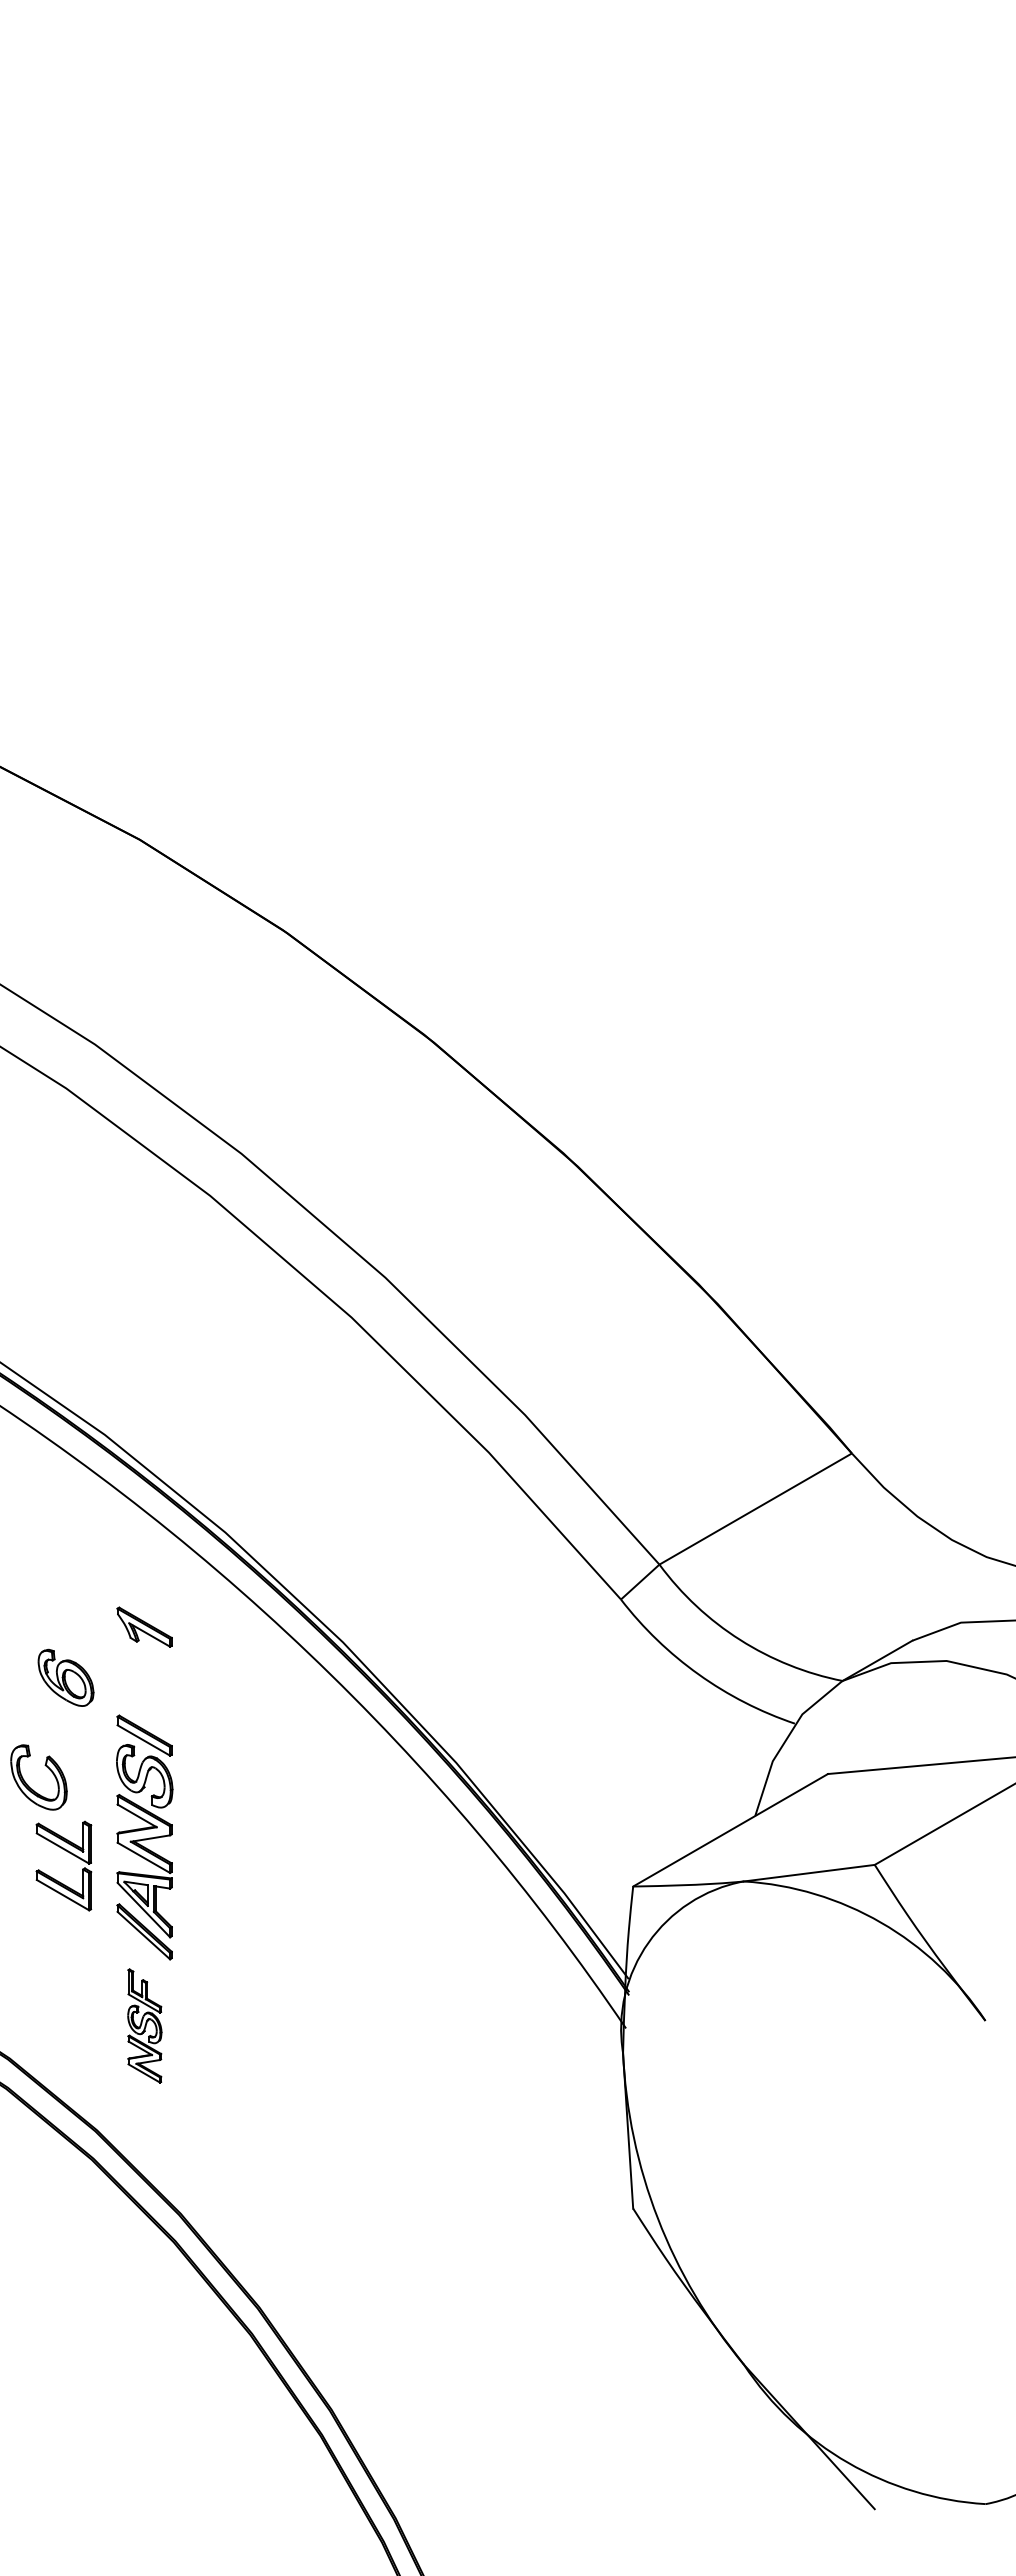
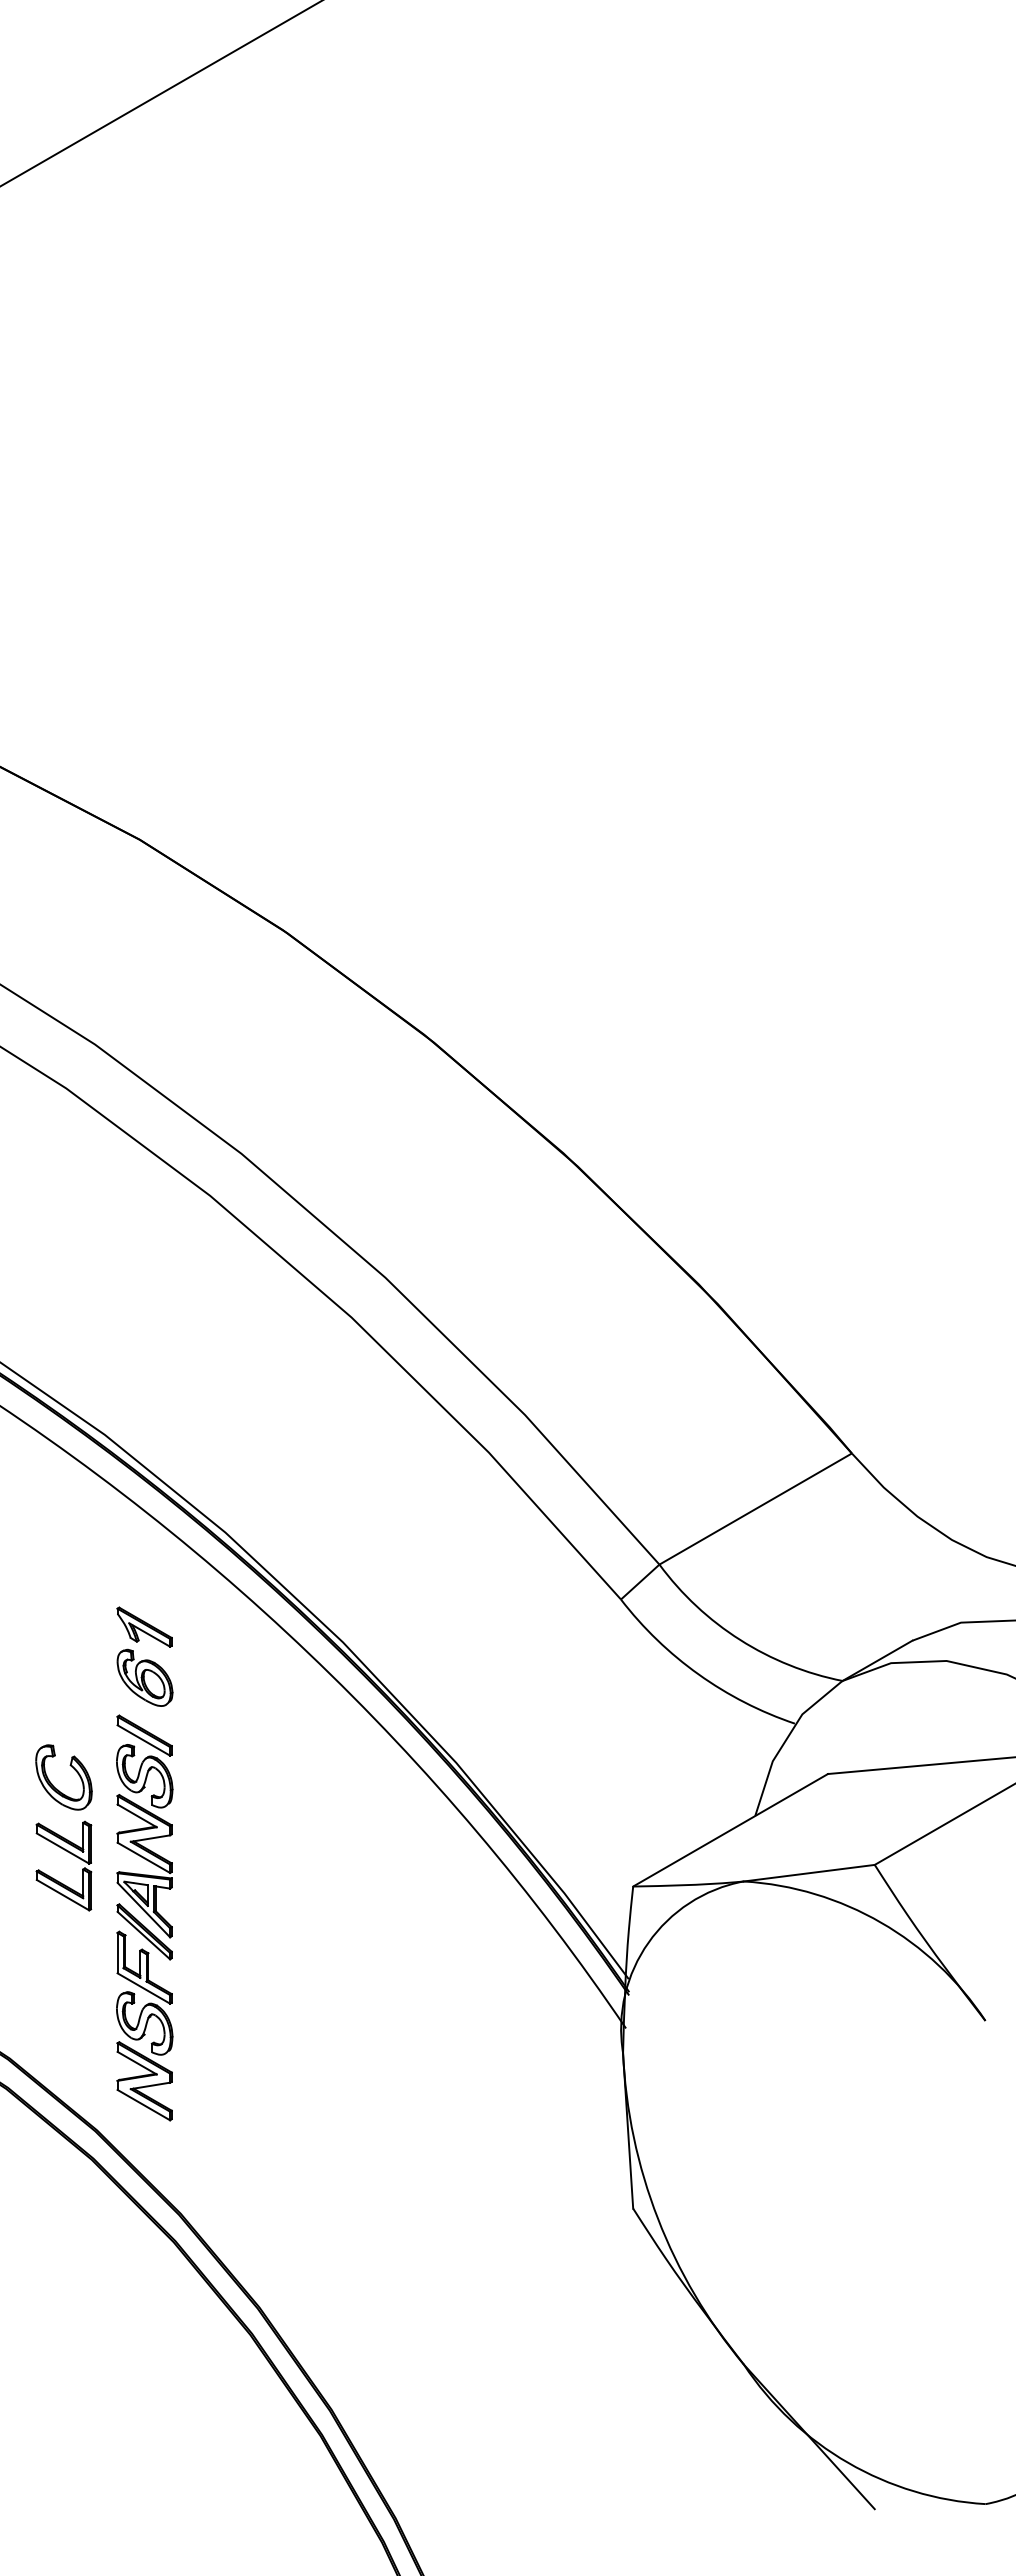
line at (160, 93): none -> present
part at (65, 1677) position: (65, 1677) -> (144, 1677)
part at (27, 1783) position: (27, 1783) -> (52, 1783)
part at (144, 2025) size: 36x116 px -> 58x192 px
